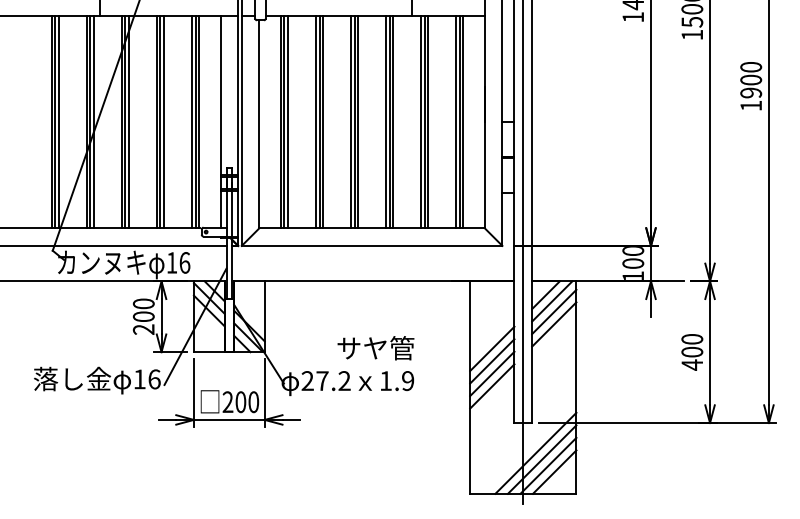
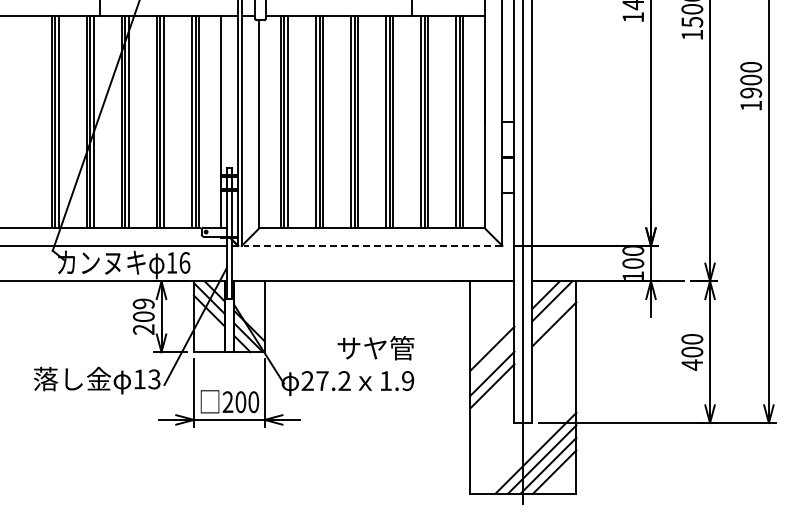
line at (372, 245): solid -> dashed
text at (143, 303): 200 -> 209
line at (554, 311): present -> none
line at (492, 361): present -> none
text at (154, 379): 16 -> 13
